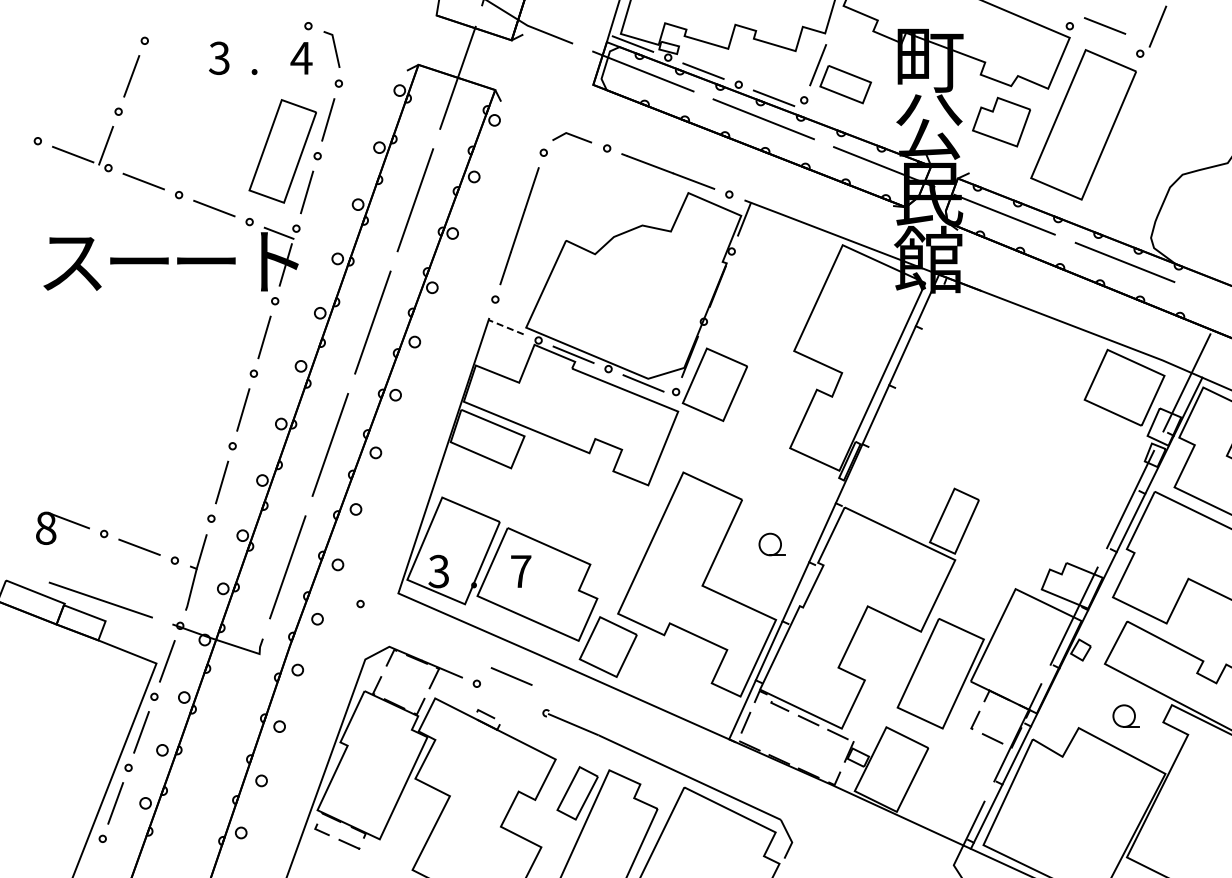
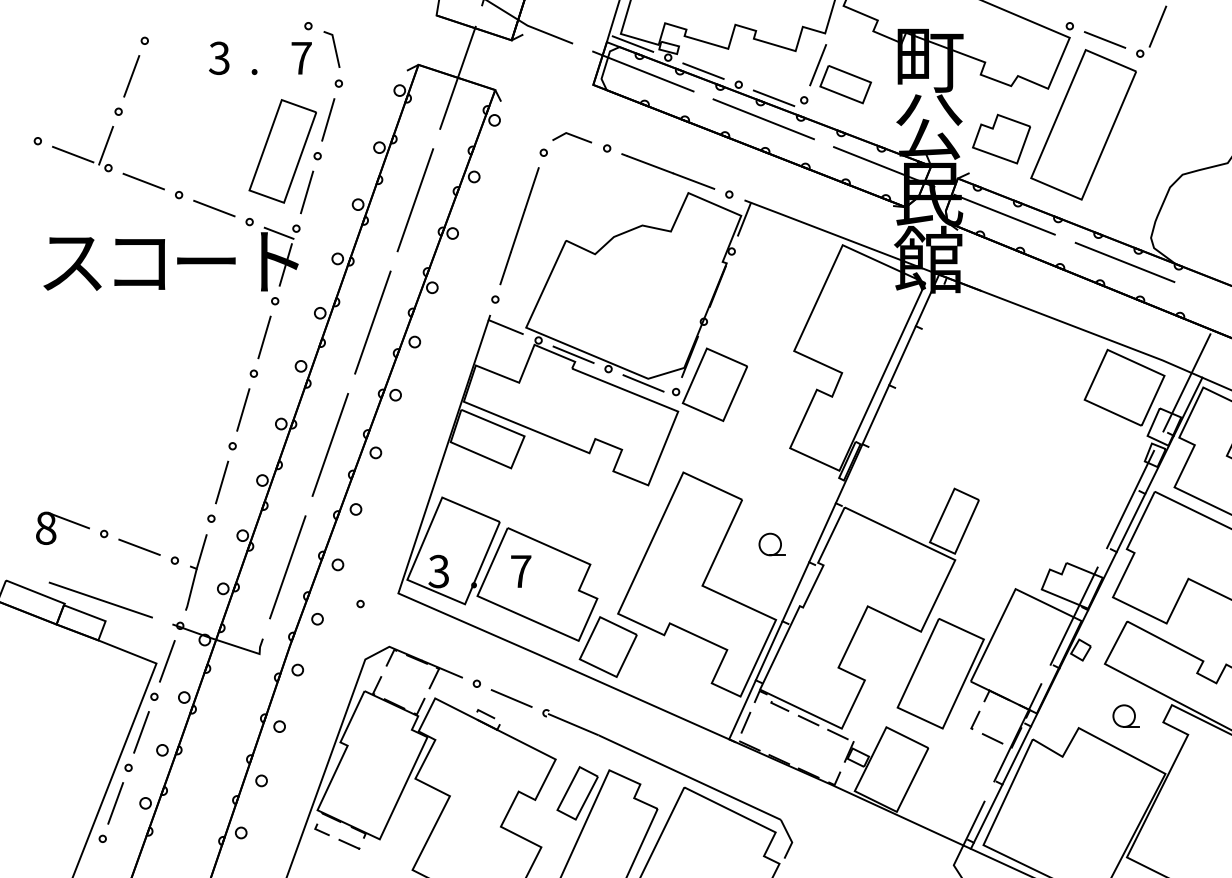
line at (1105, 25) position: (1105, 25) -> (1105, 39)
text at (301, 58): 4 -> 7
part at (1001, 121) position: (1001, 121) -> (1001, 138)
text at (139, 263): ー -> コ
line at (502, 325): dashed -> solid
line at (511, 676) position: (511, 676) -> (511, 698)
